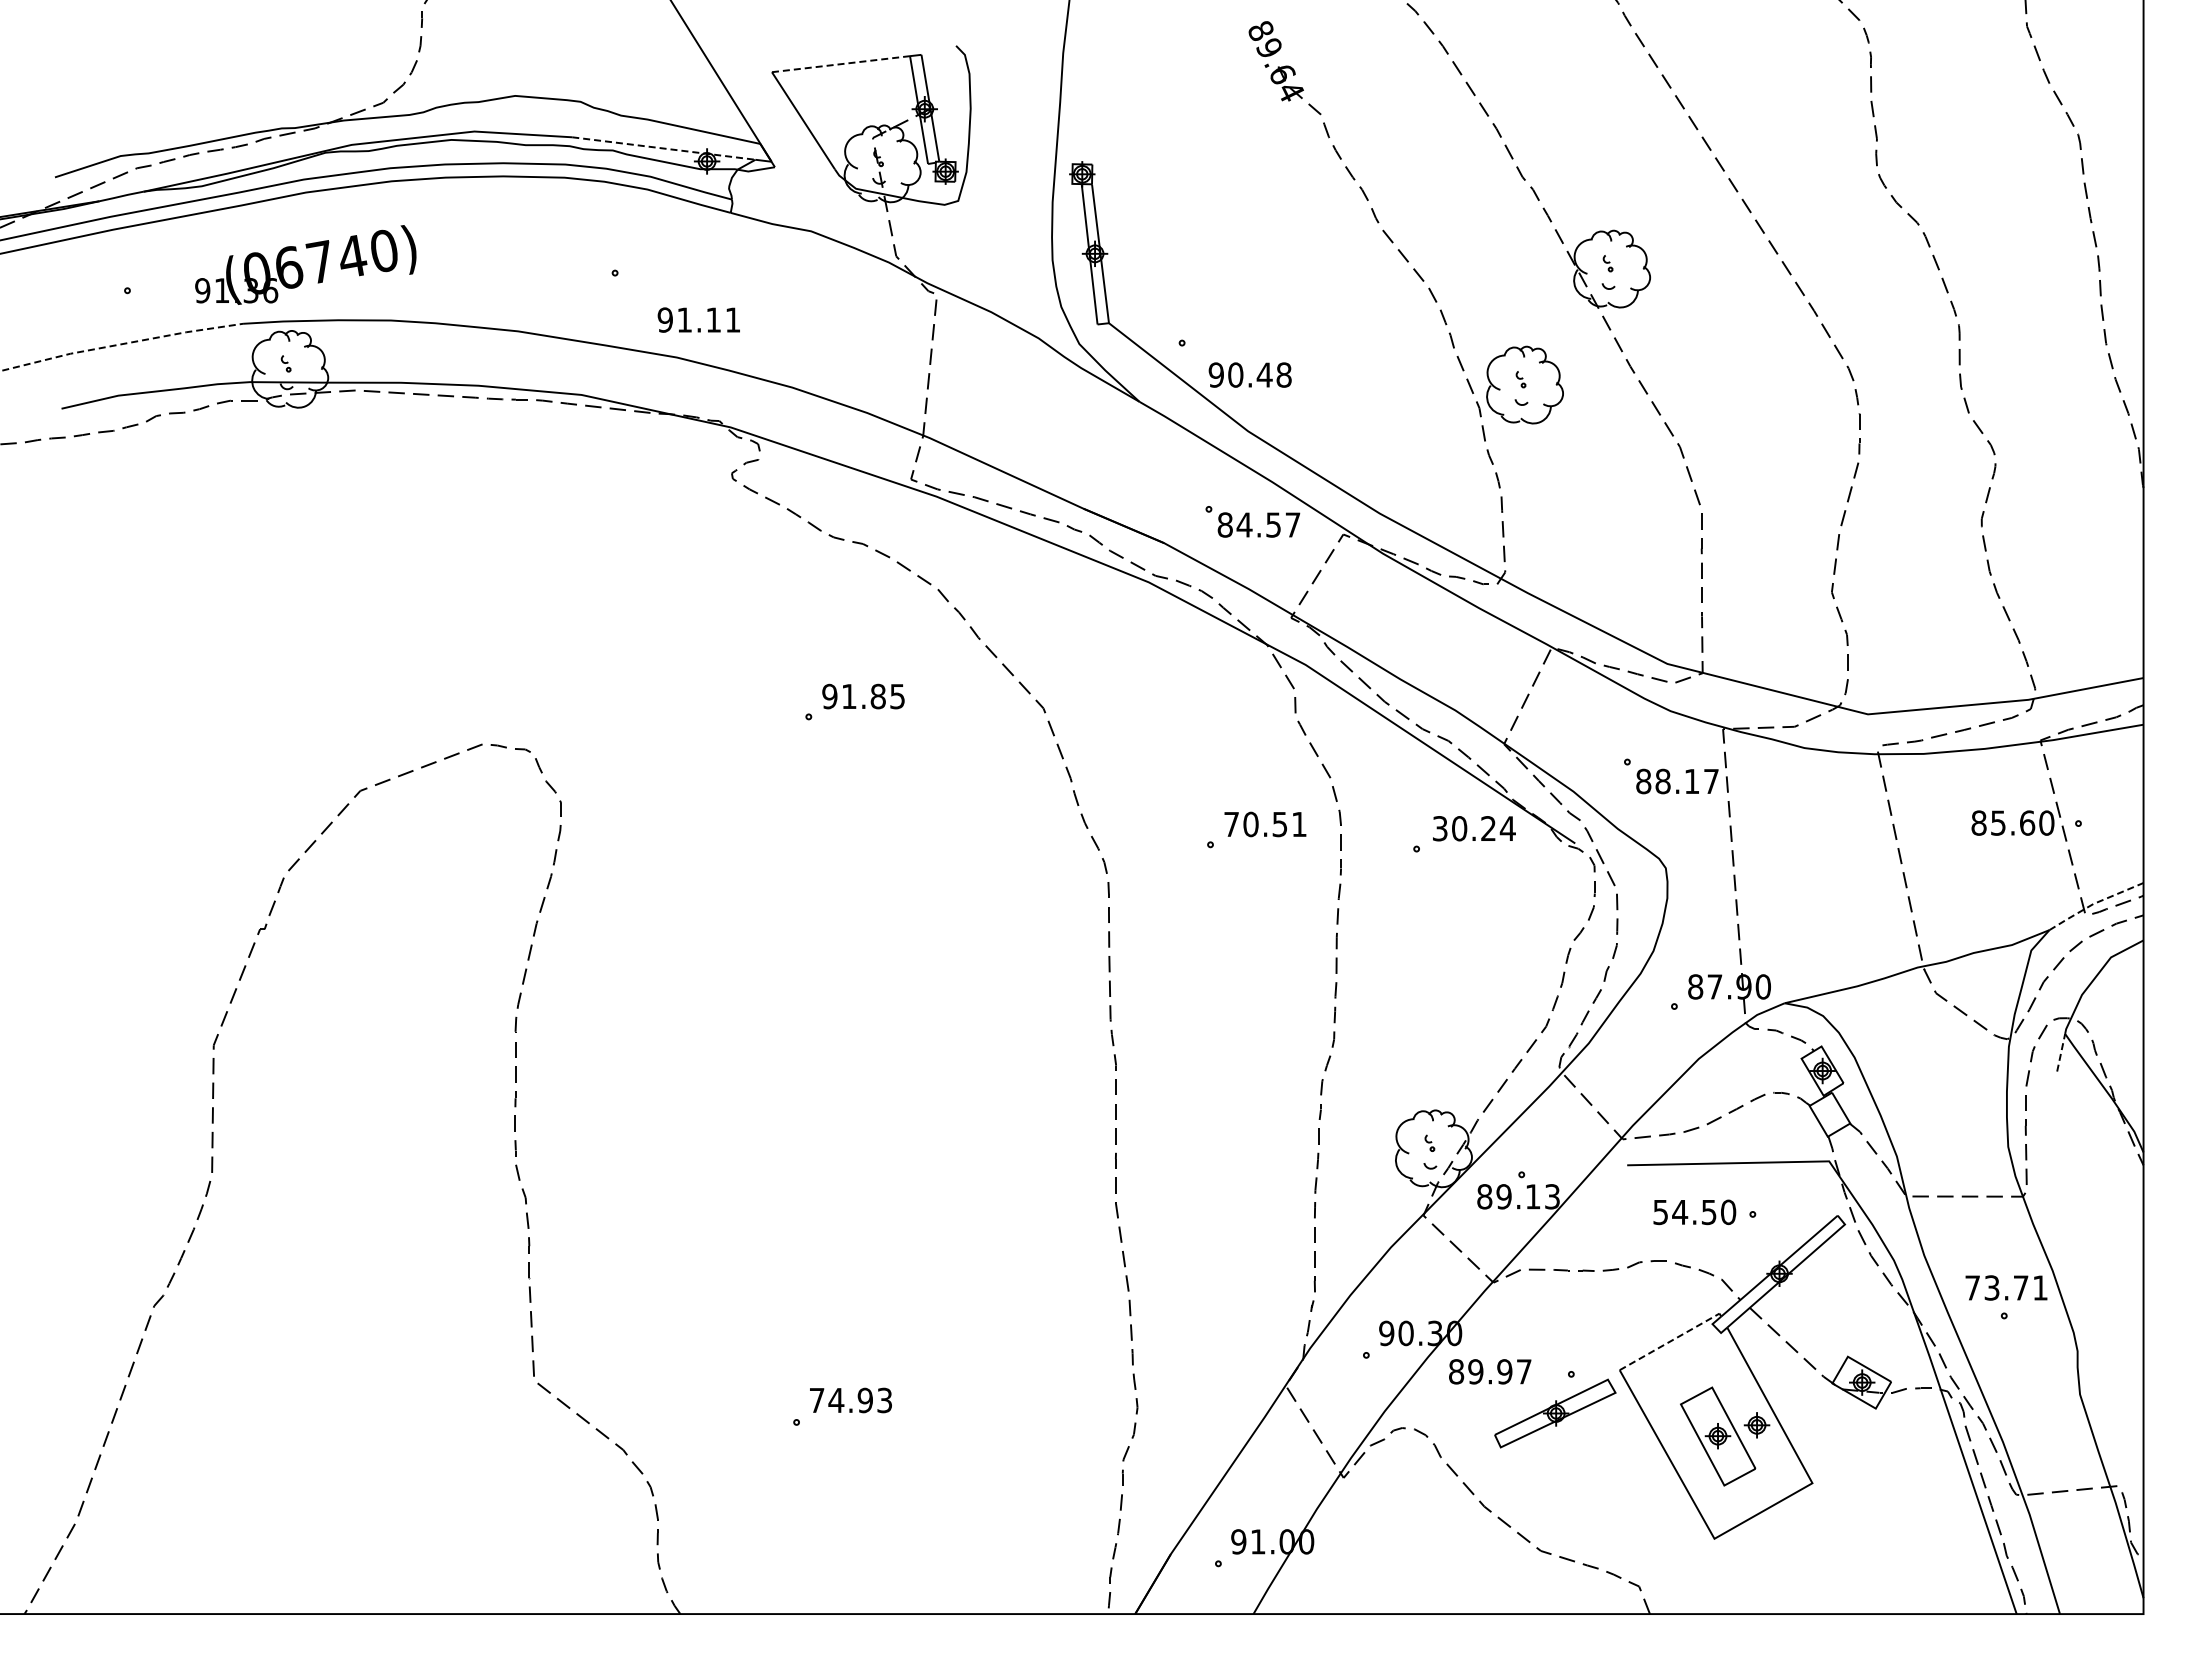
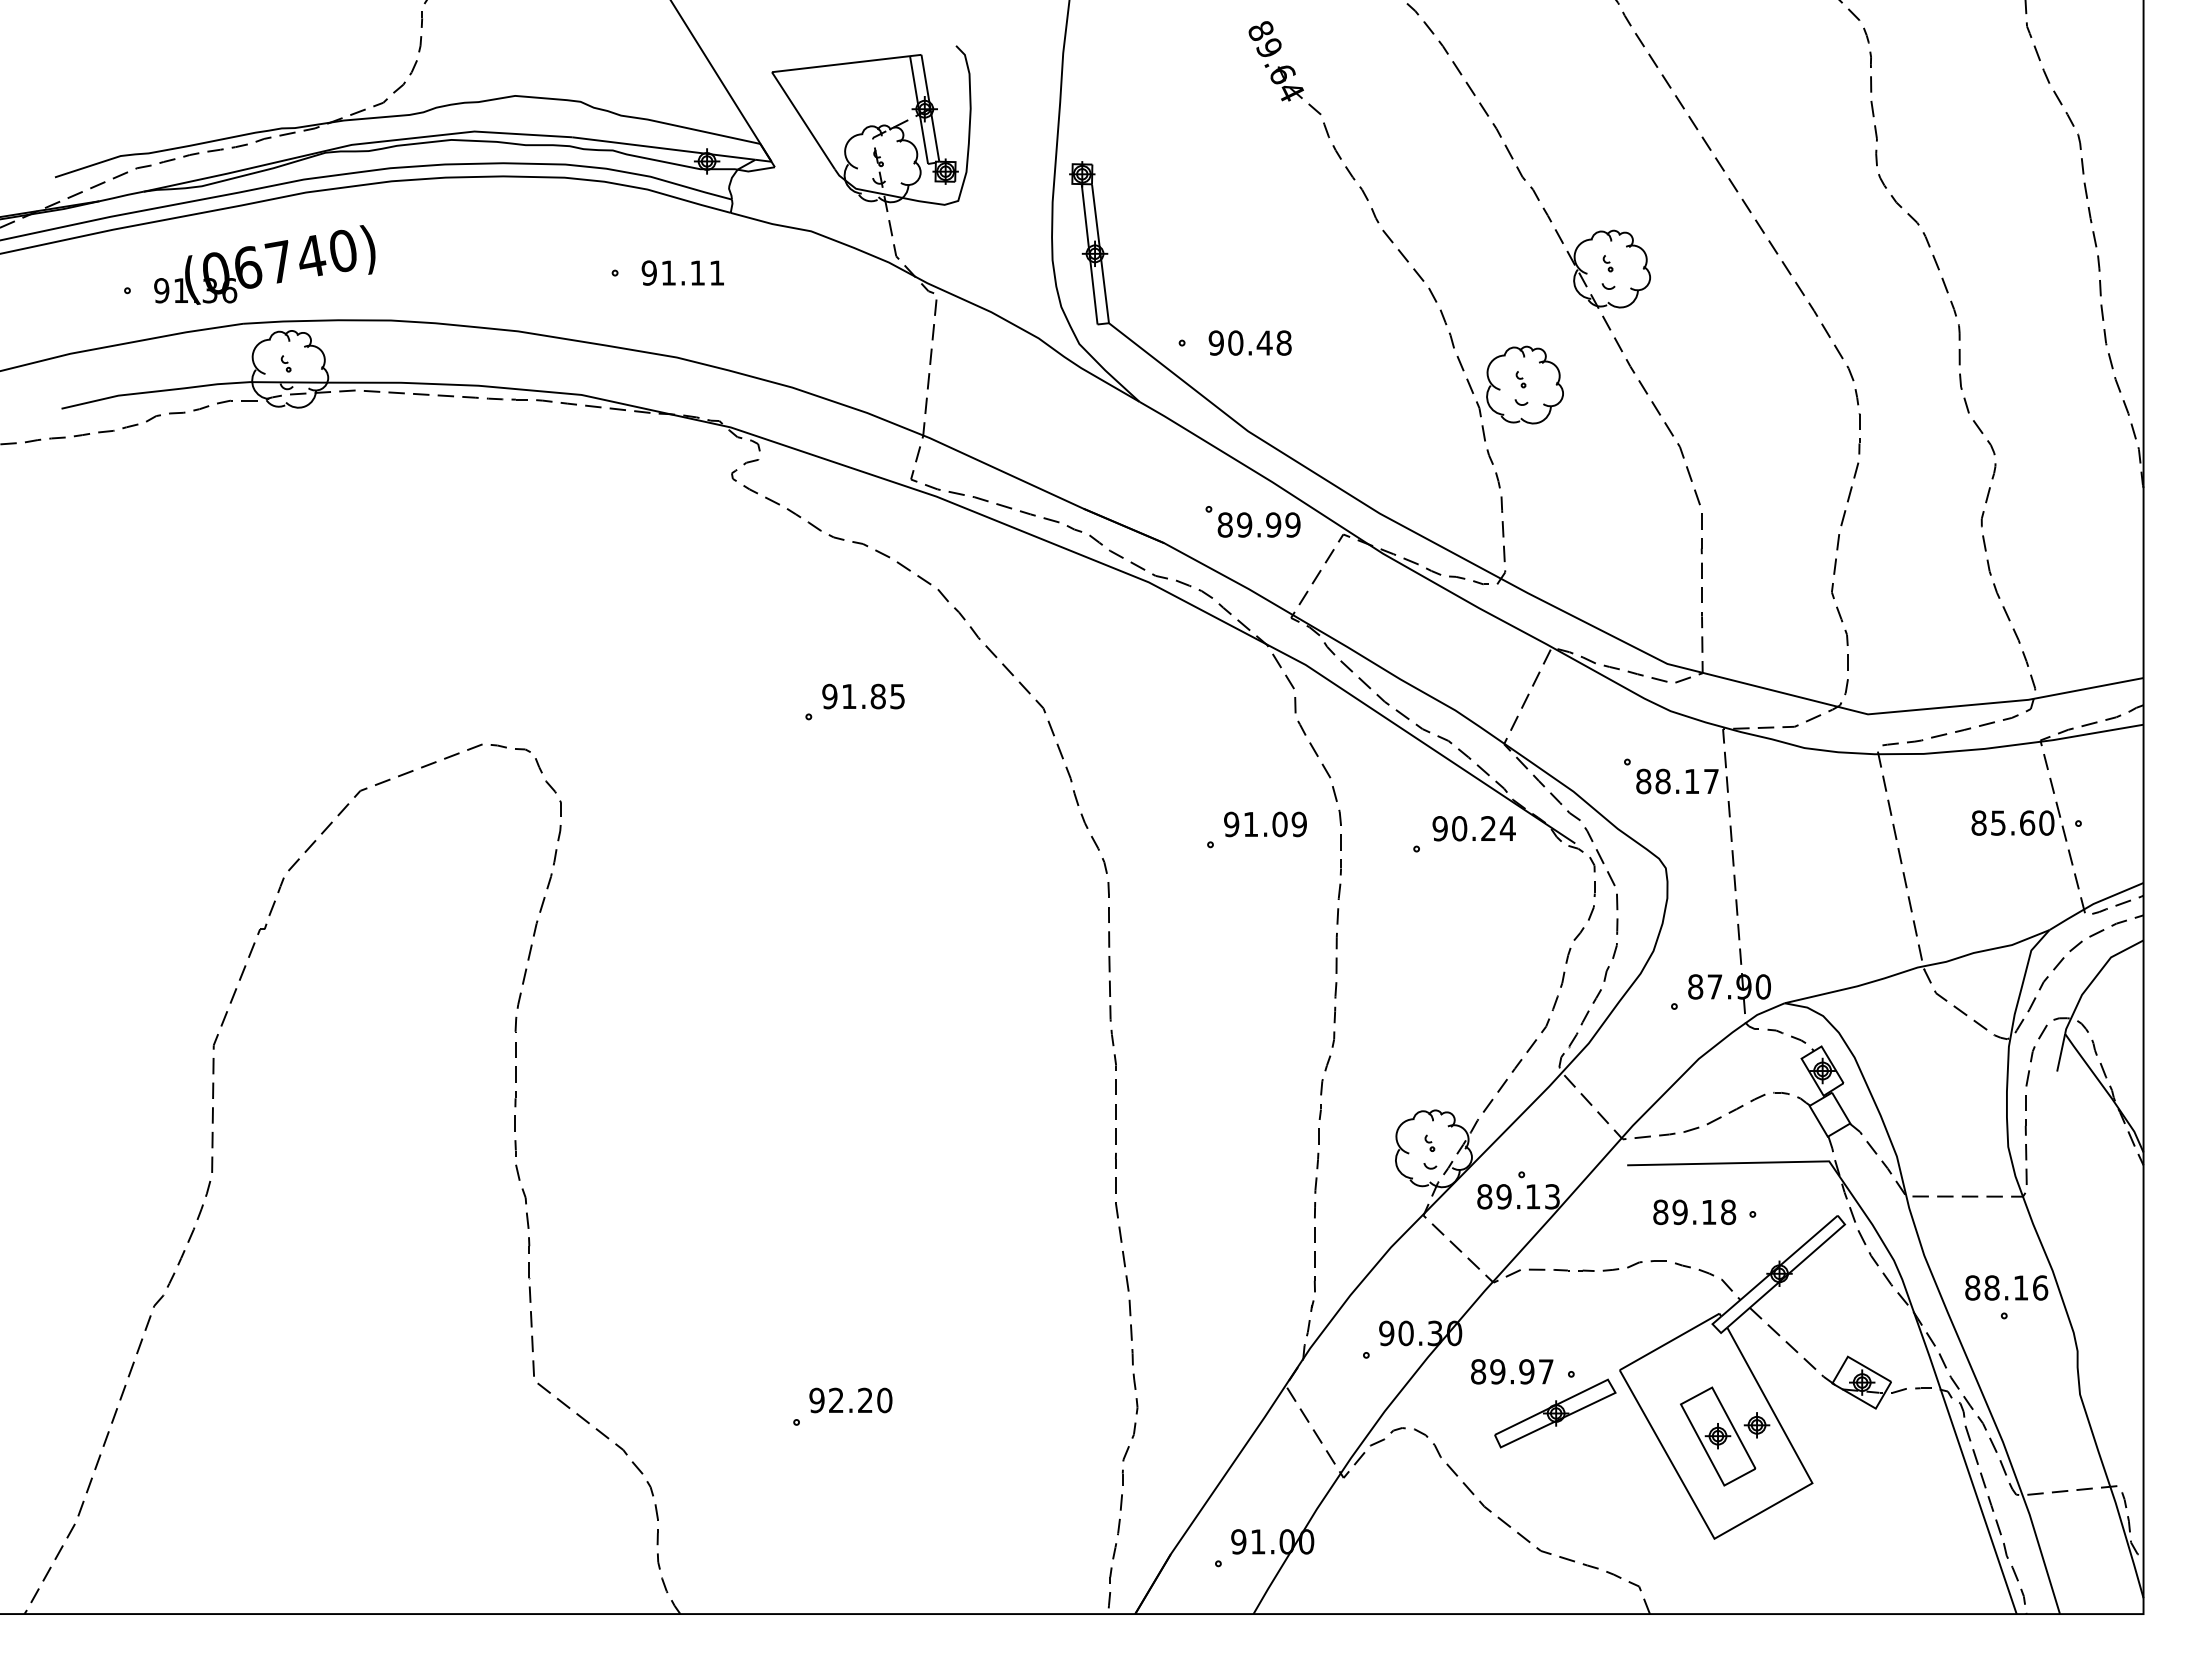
line at (841, 64): dashed -> solid
line at (664, 148): dashed -> solid
text at (305, 264) position: (305, 264) -> (264, 264)
text at (698, 319) position: (698, 319) -> (682, 272)
line at (121, 344): dashed -> solid
text at (1249, 374) position: (1249, 374) -> (1249, 342)
text at (1268, 524): 84.57 -> 89.99
text at (1265, 824): 70.51 -> 91.09
text at (1439, 828): 30.24 -> 90.24
line at (2094, 903): dashed -> solid
line at (2061, 1052): dashed -> solid
text at (1694, 1212): 54.50 -> 89.18
text at (2006, 1287): 73.71 -> 88.16
line at (1670, 1341): dashed -> solid
text at (1490, 1371) position: (1490, 1371) -> (1512, 1371)
text at (850, 1400): 74.93 -> 92.20
